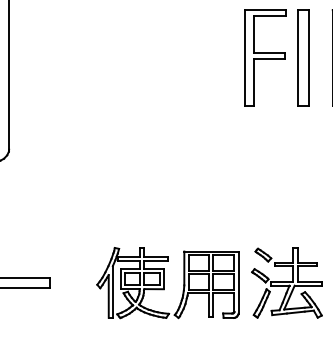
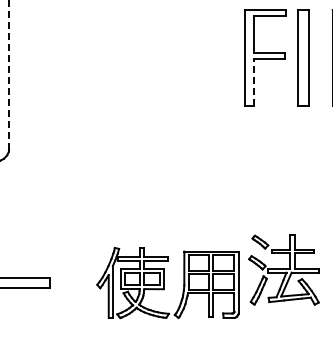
line at (9, 74): solid -> dashed
line at (253, 82): solid -> dashed
part at (286, 282) position: (286, 282) -> (283, 269)
